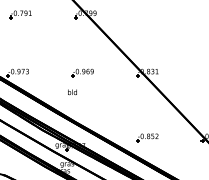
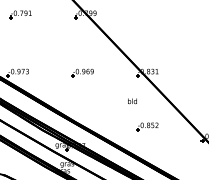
text at (72, 92) position: (72, 92) -> (132, 101)
part at (147, 137) position: (147, 137) -> (147, 126)
